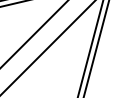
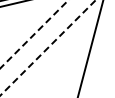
line at (34, 34): solid -> dashed
line at (48, 47): solid -> dashed
line at (96, 48): present -> none
